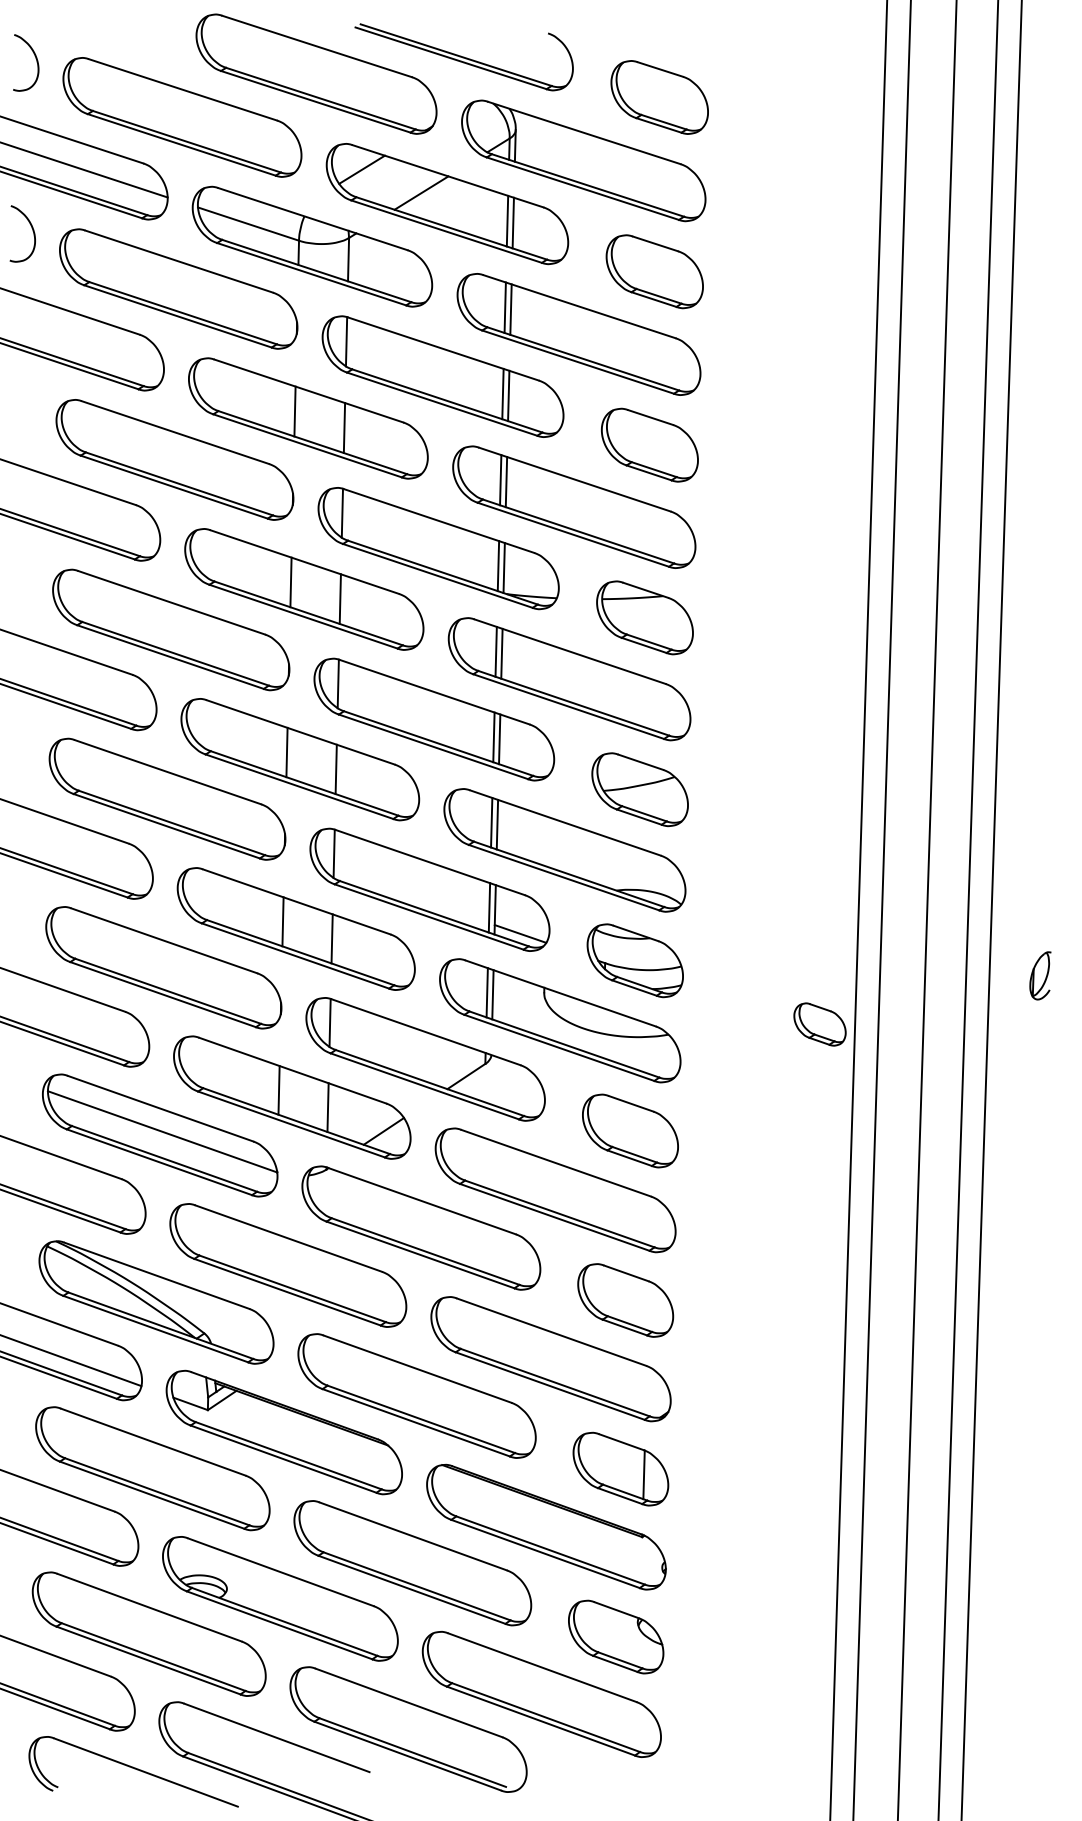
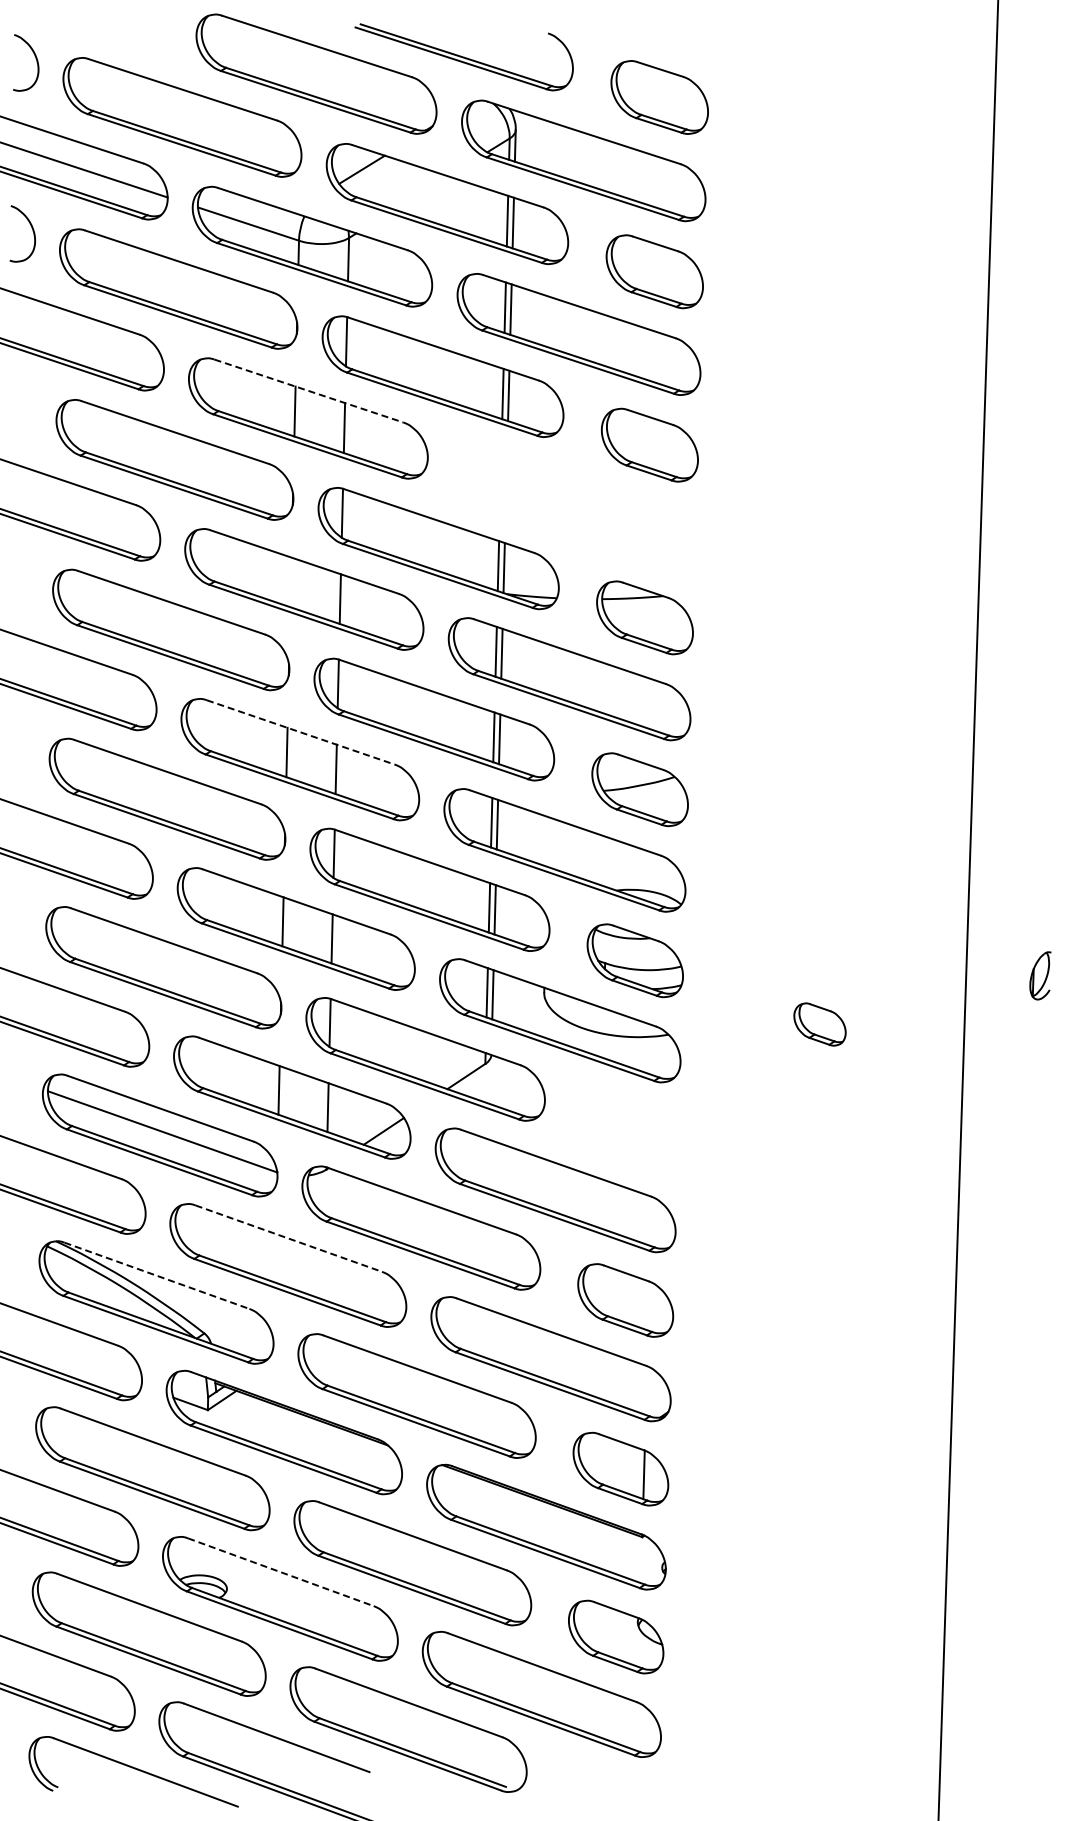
line at (421, 192): present -> none
line at (309, 391): solid -> dashed
part at (574, 506): present -> none
line at (290, 582): present -> none
line at (301, 732): solid -> dashed
line at (858, 909): present -> none
line at (881, 909): present -> none
line at (926, 909): present -> none
line at (991, 909): present -> none
line at (520, 933): present -> none
part at (630, 1130): present -> none
line at (288, 1238): solid -> dashed
line at (157, 1275): solid -> dashed
line at (71, 1360): present -> none
line at (280, 1572): solid -> dashed
